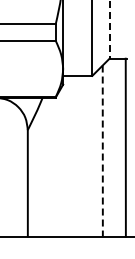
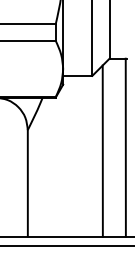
line at (109, 29): dashed -> solid
line at (102, 151): dashed -> solid
line at (66, 246): none -> present
